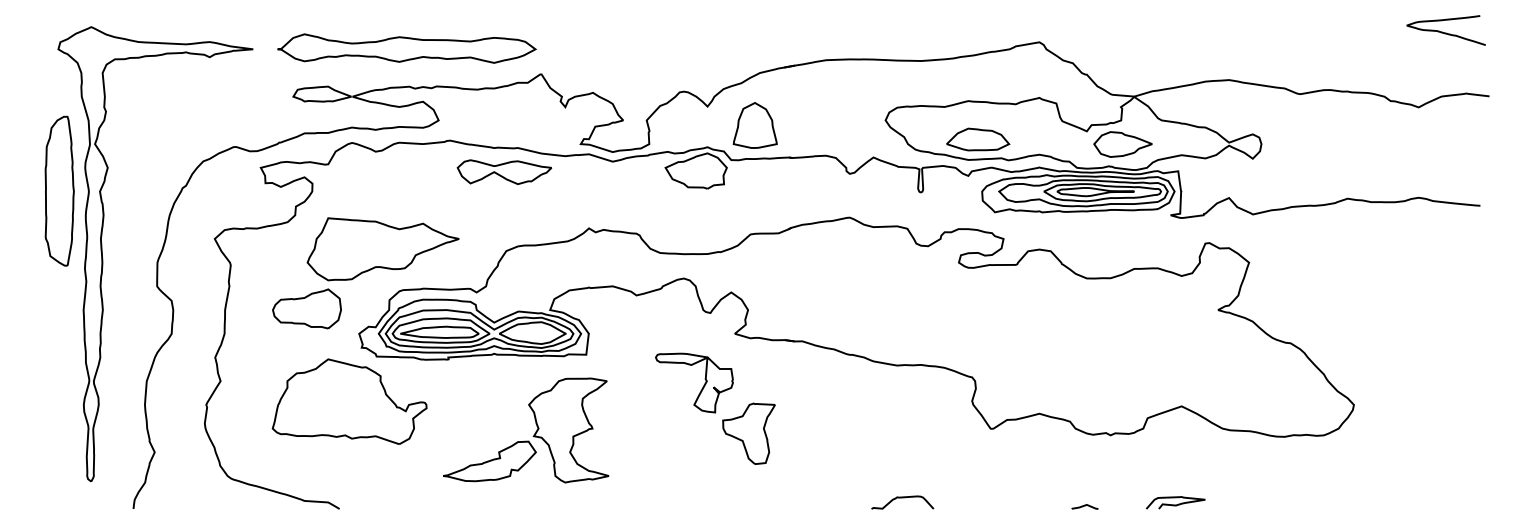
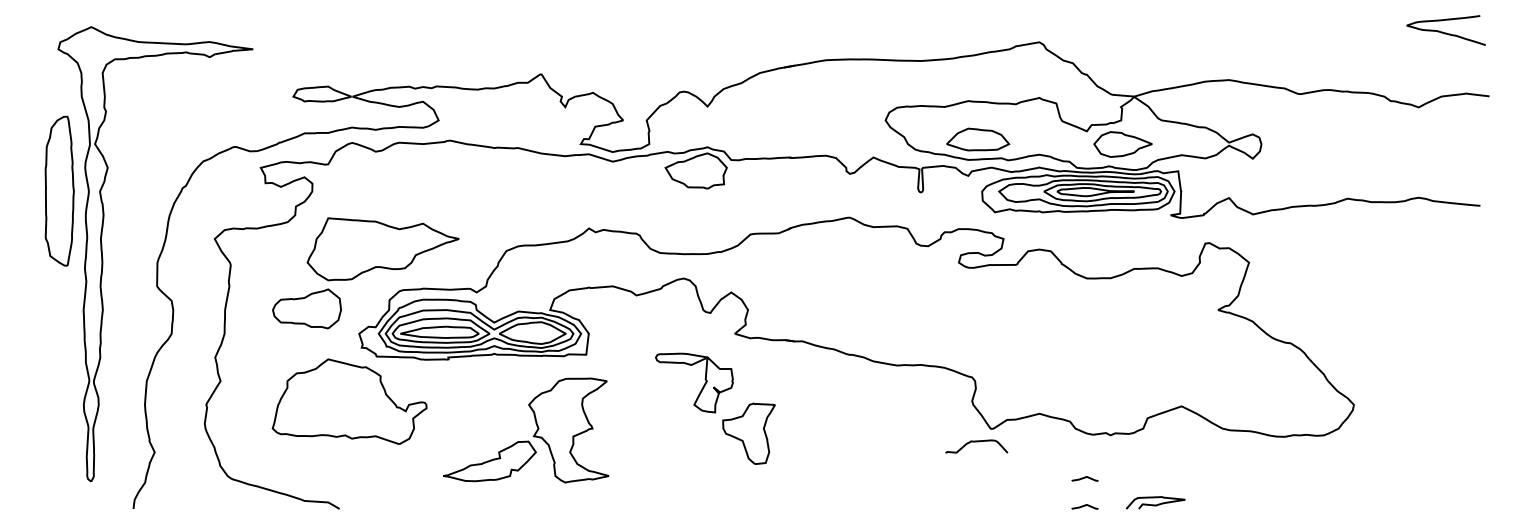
part at (406, 48): present -> none
part at (754, 125): present -> none
part at (504, 171): present -> none
curve at (1084, 478): none -> present
curve at (902, 498) position: (902, 498) -> (976, 442)
curve at (1175, 504) position: (1175, 504) -> (1155, 504)
